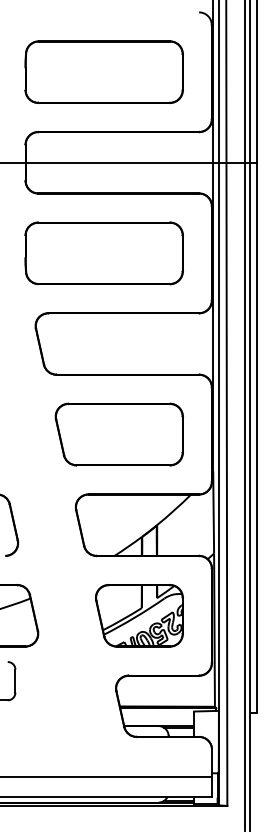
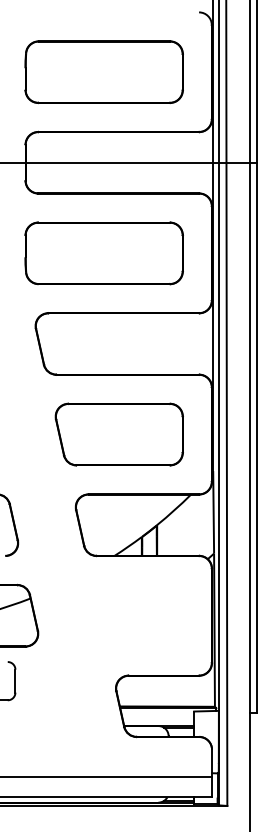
line at (245, 415): present -> none
part at (139, 615): present -> none
